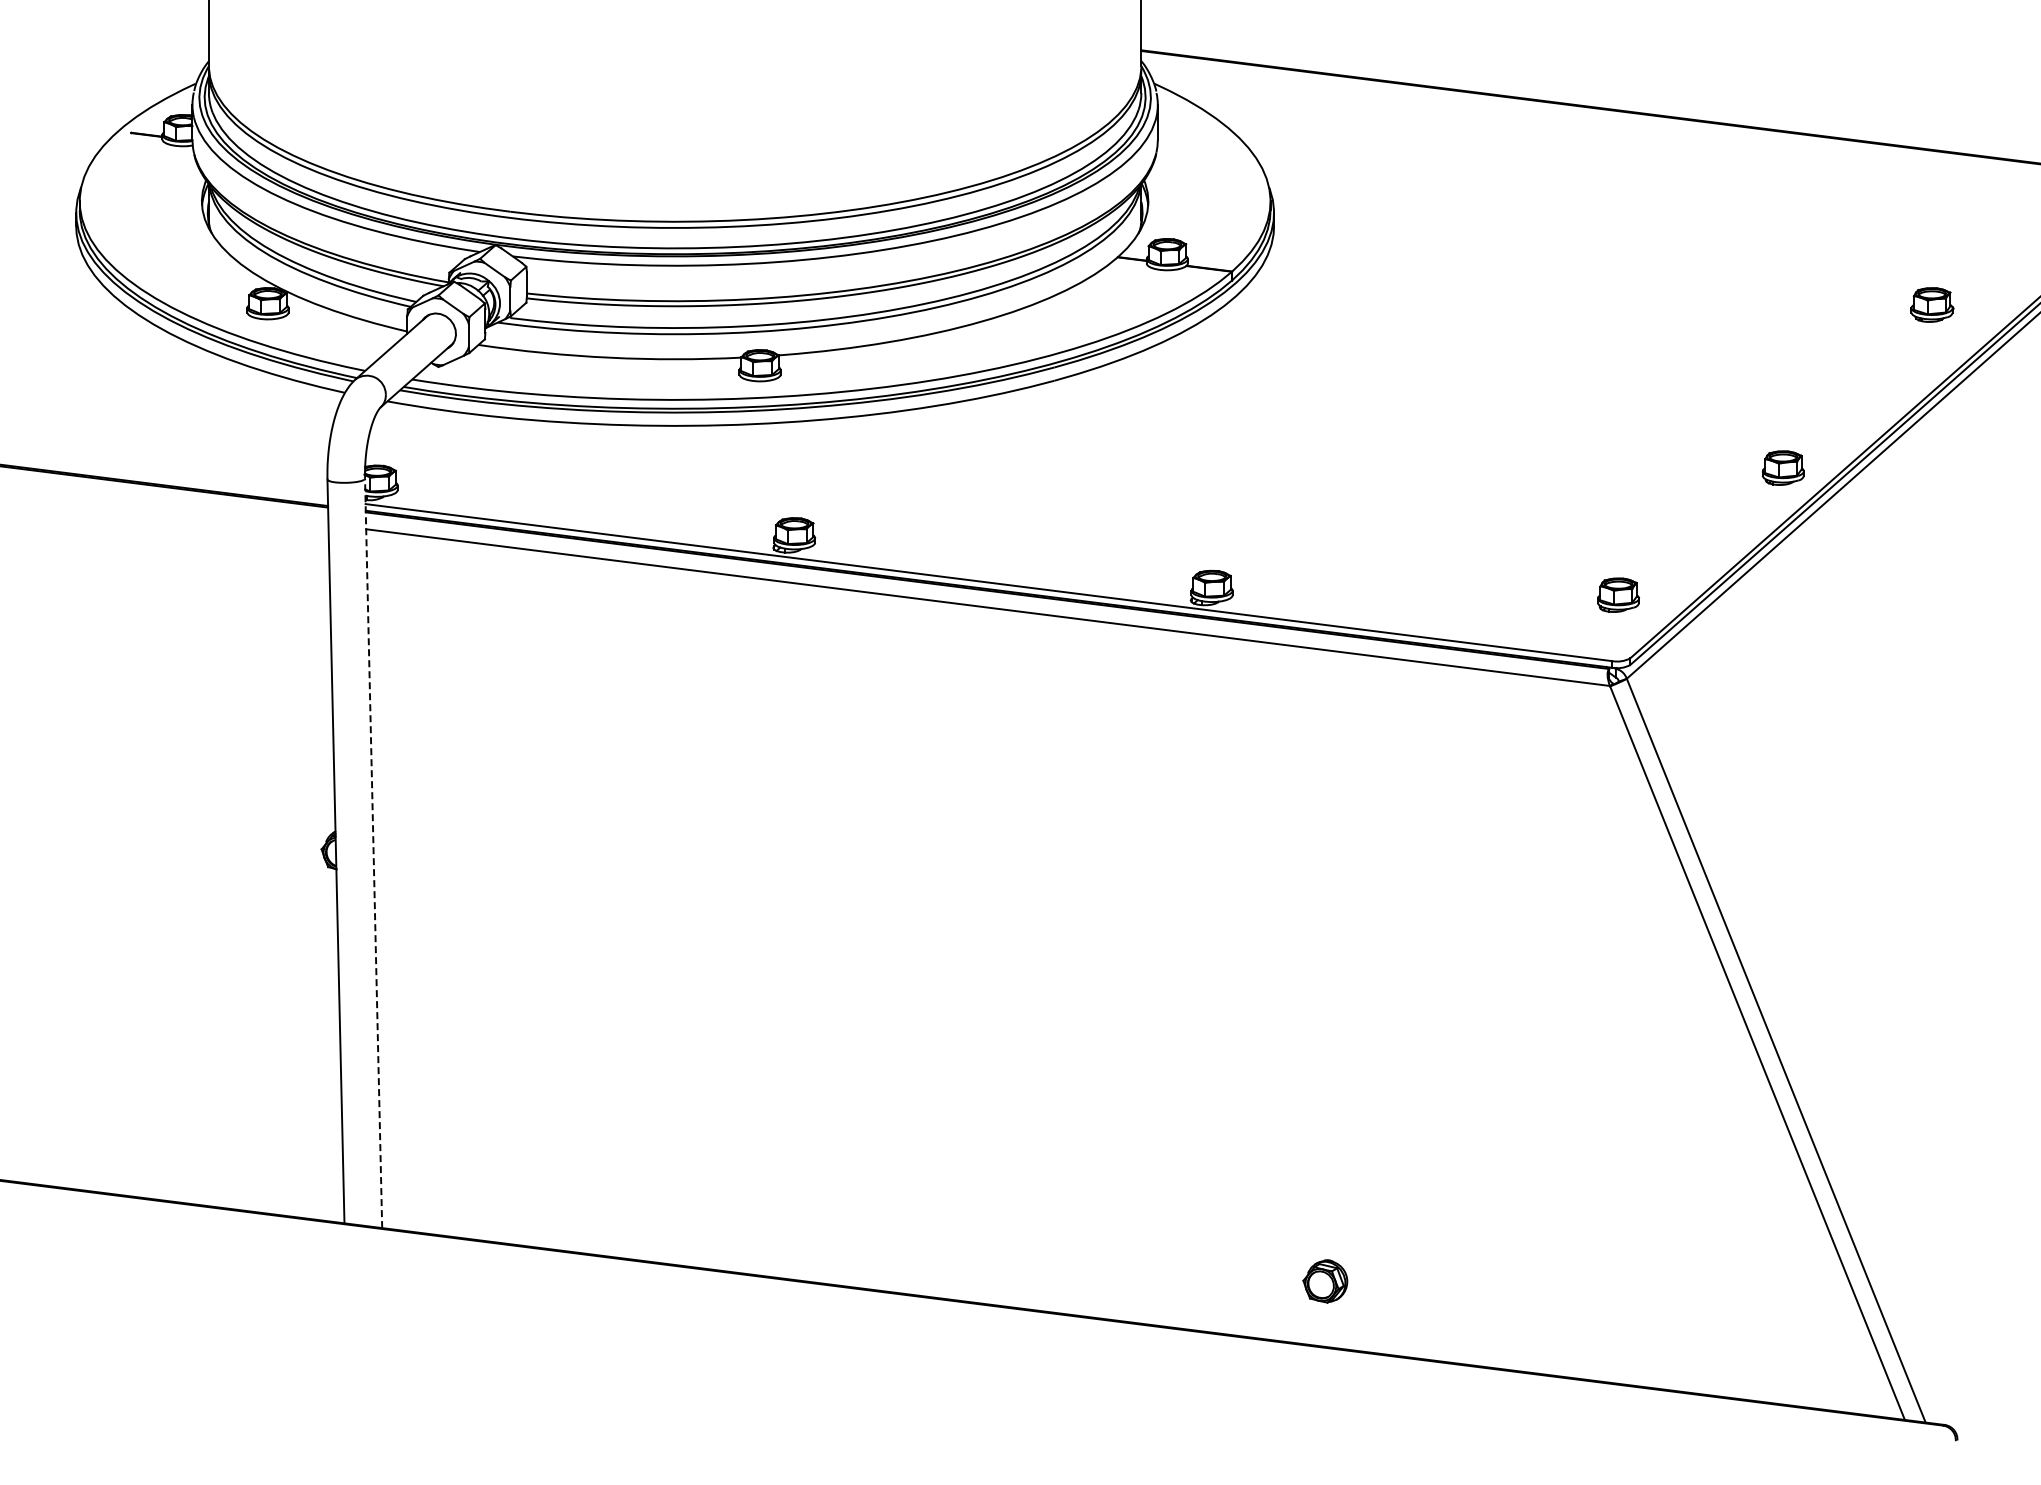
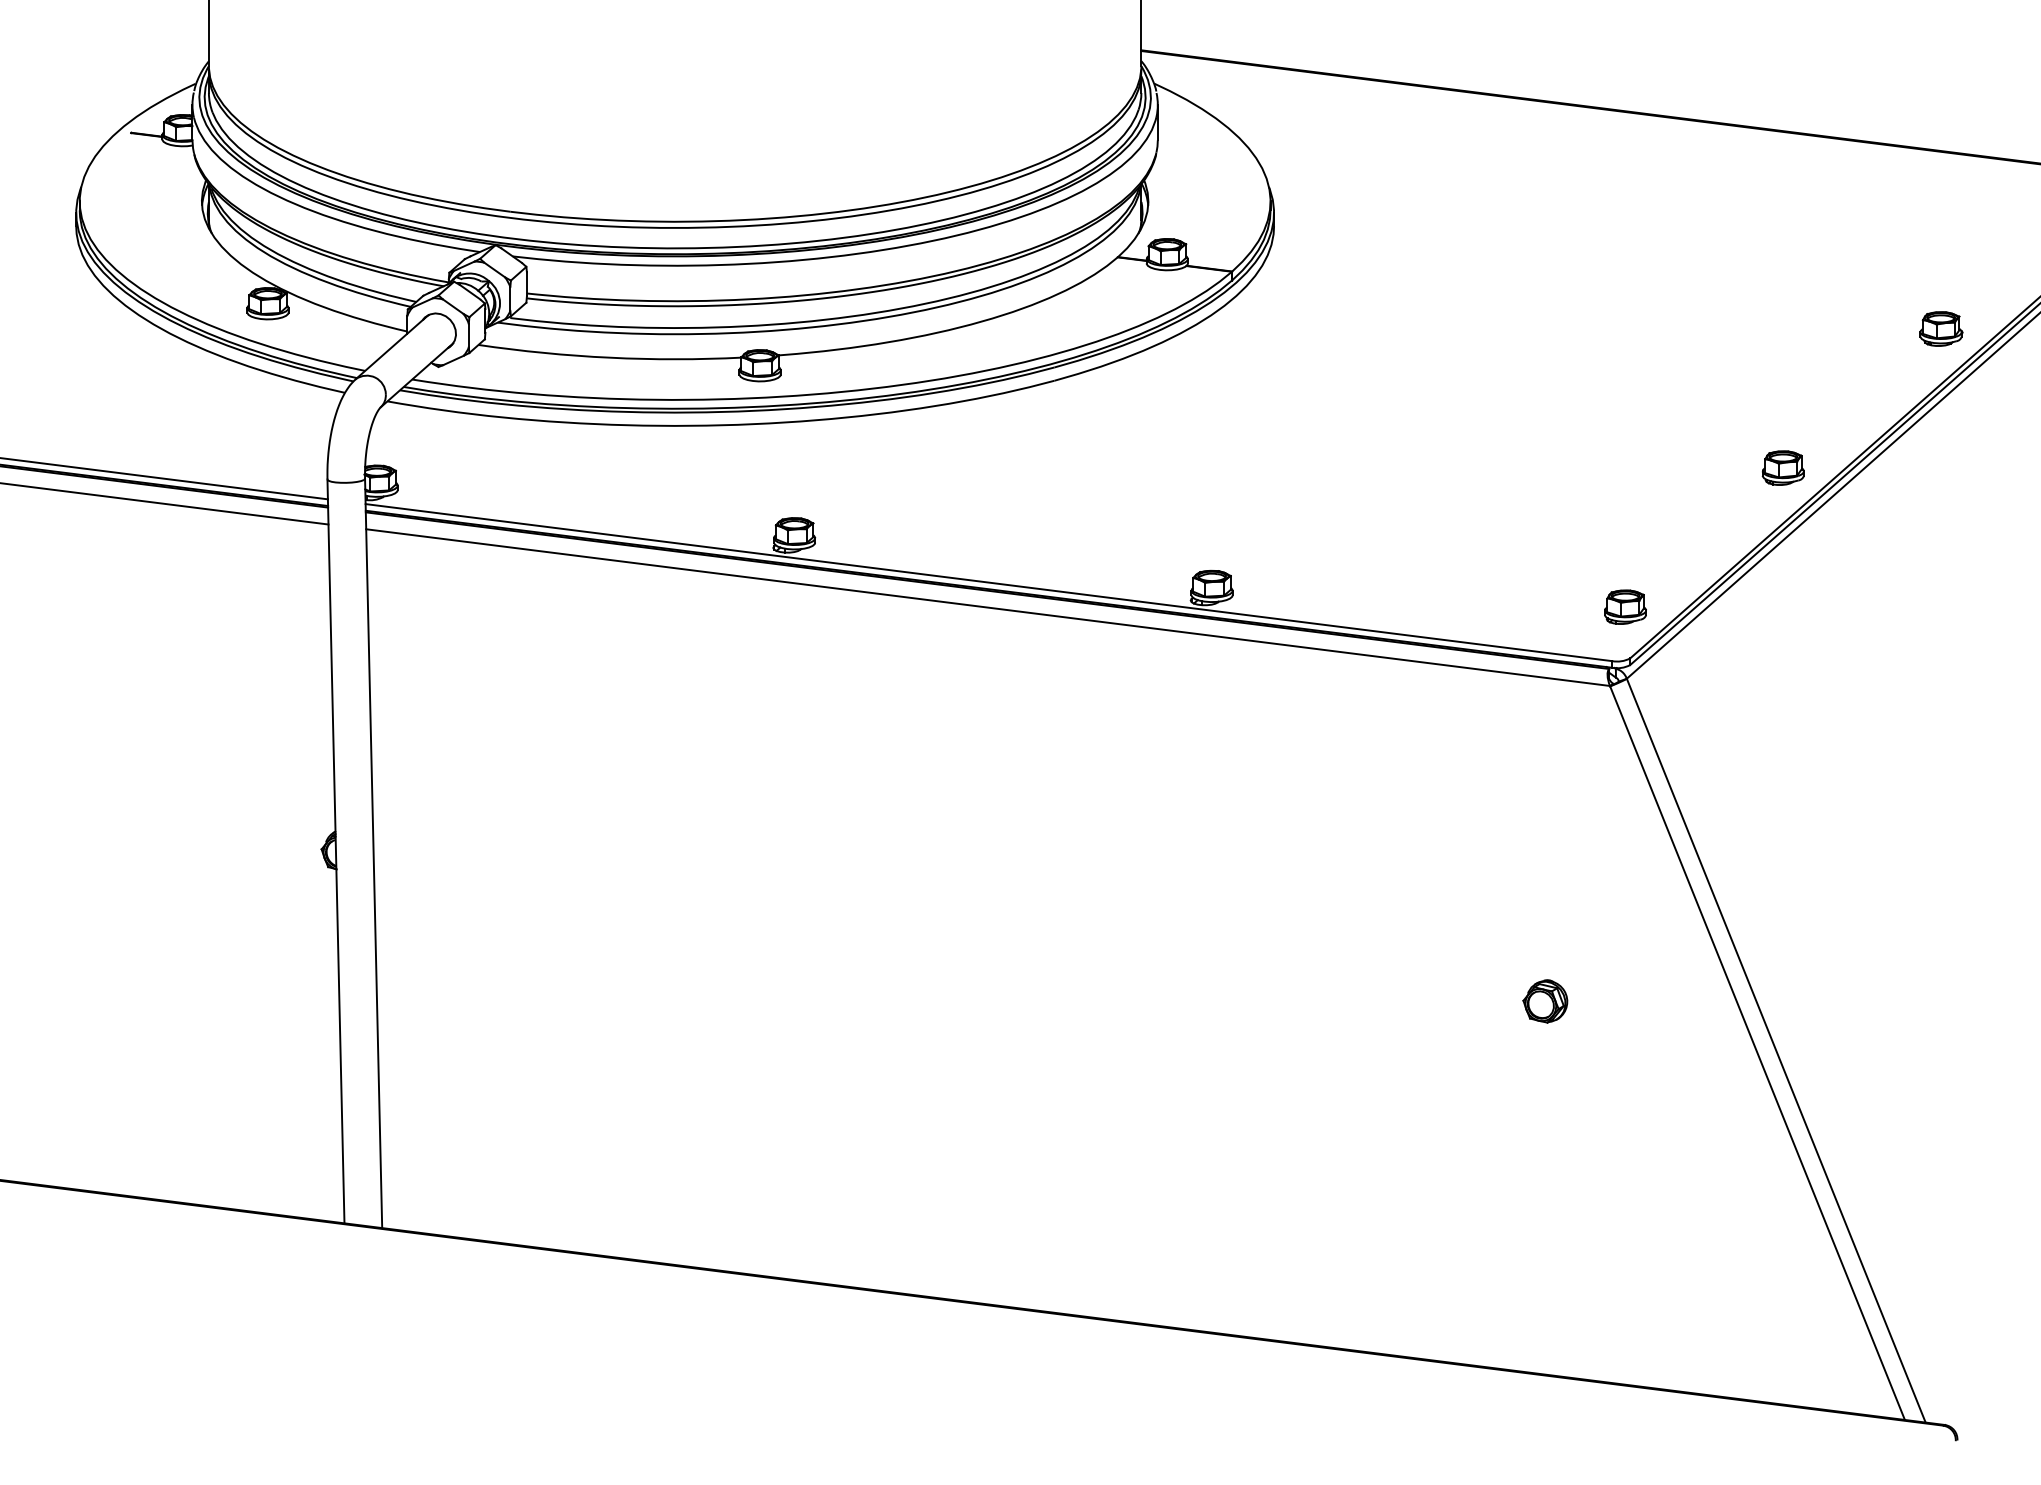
part at (1932, 304) position: (1932, 304) -> (1941, 328)
line at (164, 478): none -> present
line at (165, 503): none -> present
part at (1618, 594) position: (1618, 594) -> (1625, 606)
line at (373, 853): dashed -> solid
part at (1325, 1281) position: (1325, 1281) -> (1545, 1001)
